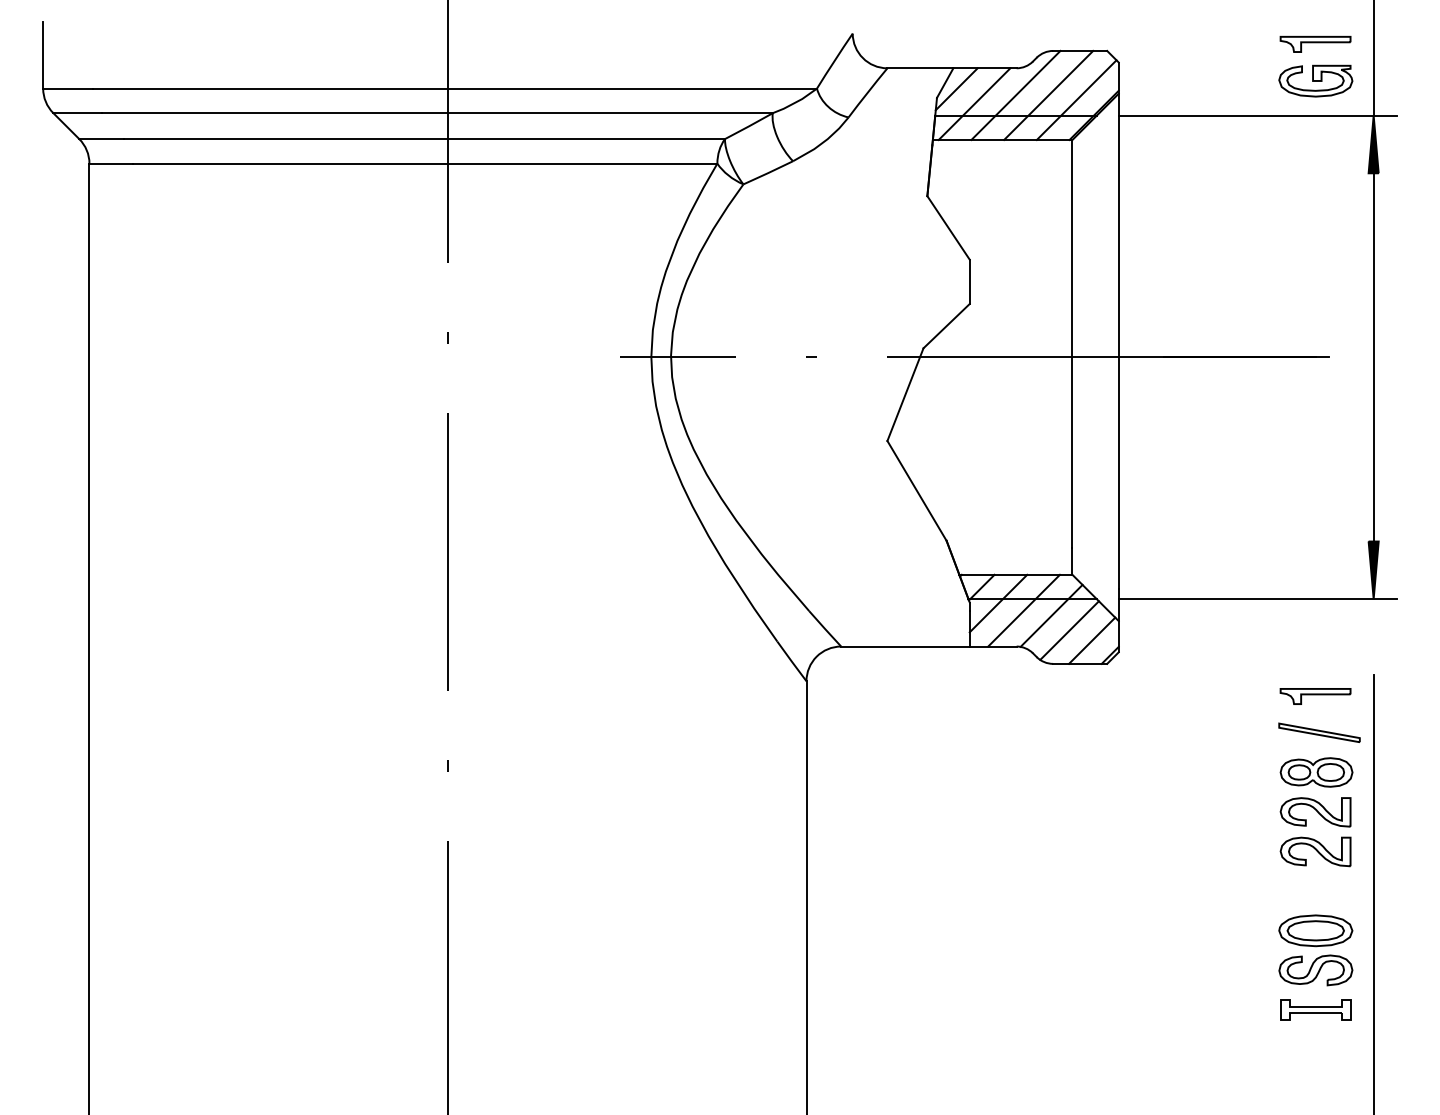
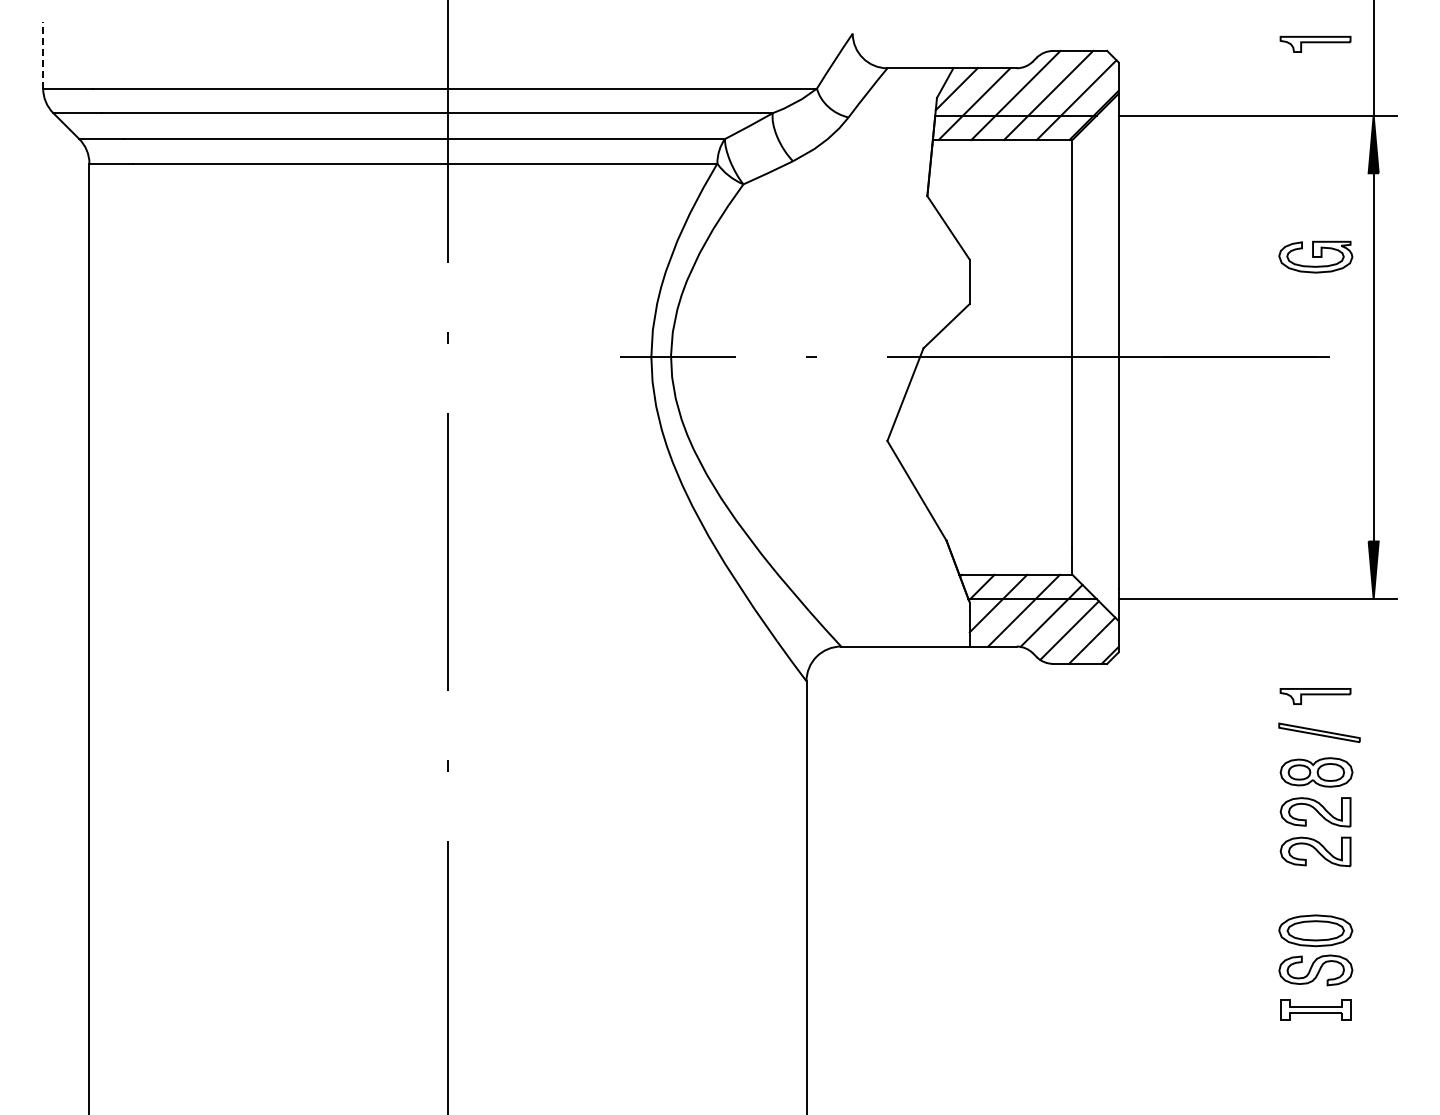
line at (43, 54): solid -> dashed
part at (1315, 80) position: (1315, 80) -> (1315, 256)
line at (1373, 893): present -> none
